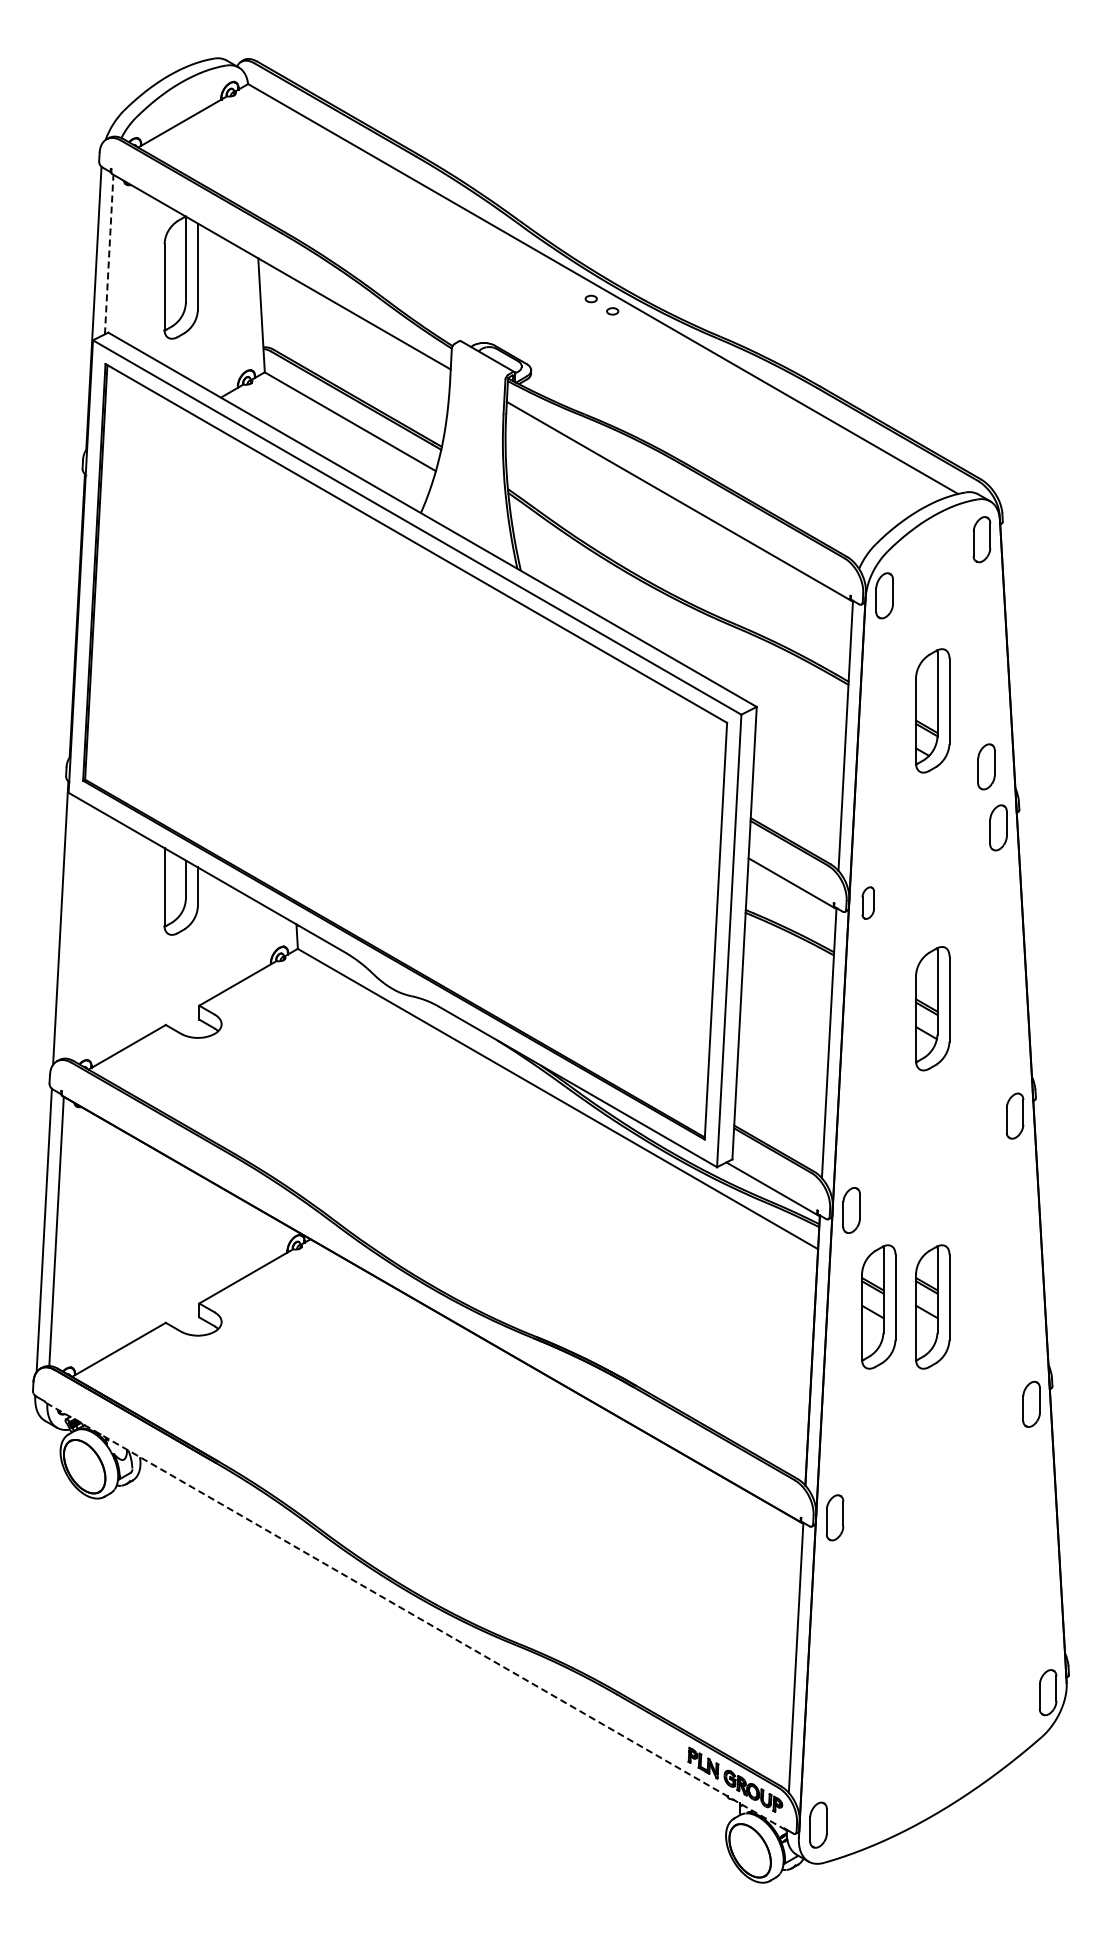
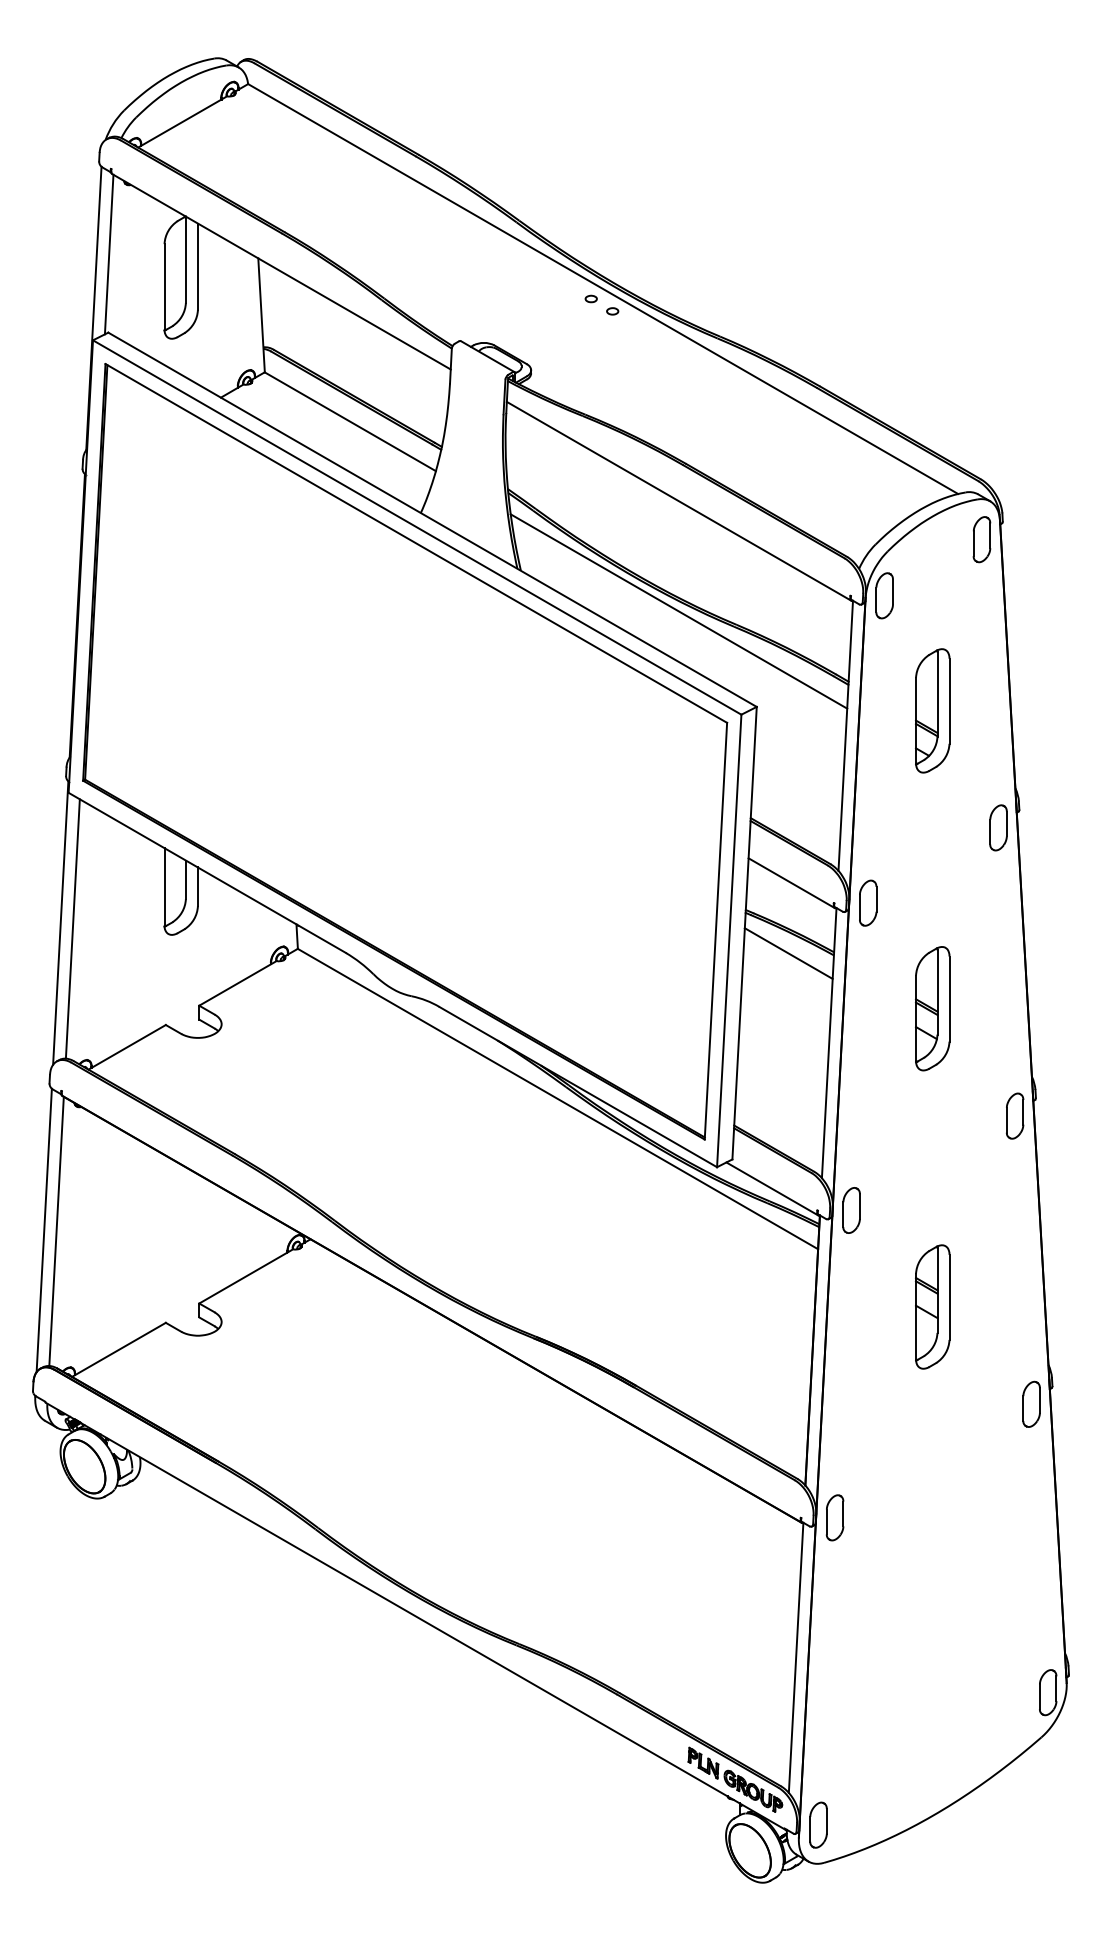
line at (109, 254): dashed -> solid
line at (678, 611): none -> present
part at (986, 766): present -> none
part at (867, 902) size: 14x34 px -> 19x48 px
line at (72, 928): none -> present
line at (788, 953): none -> present
part at (878, 1306): present -> none
line at (415, 1616): dashed -> solid
